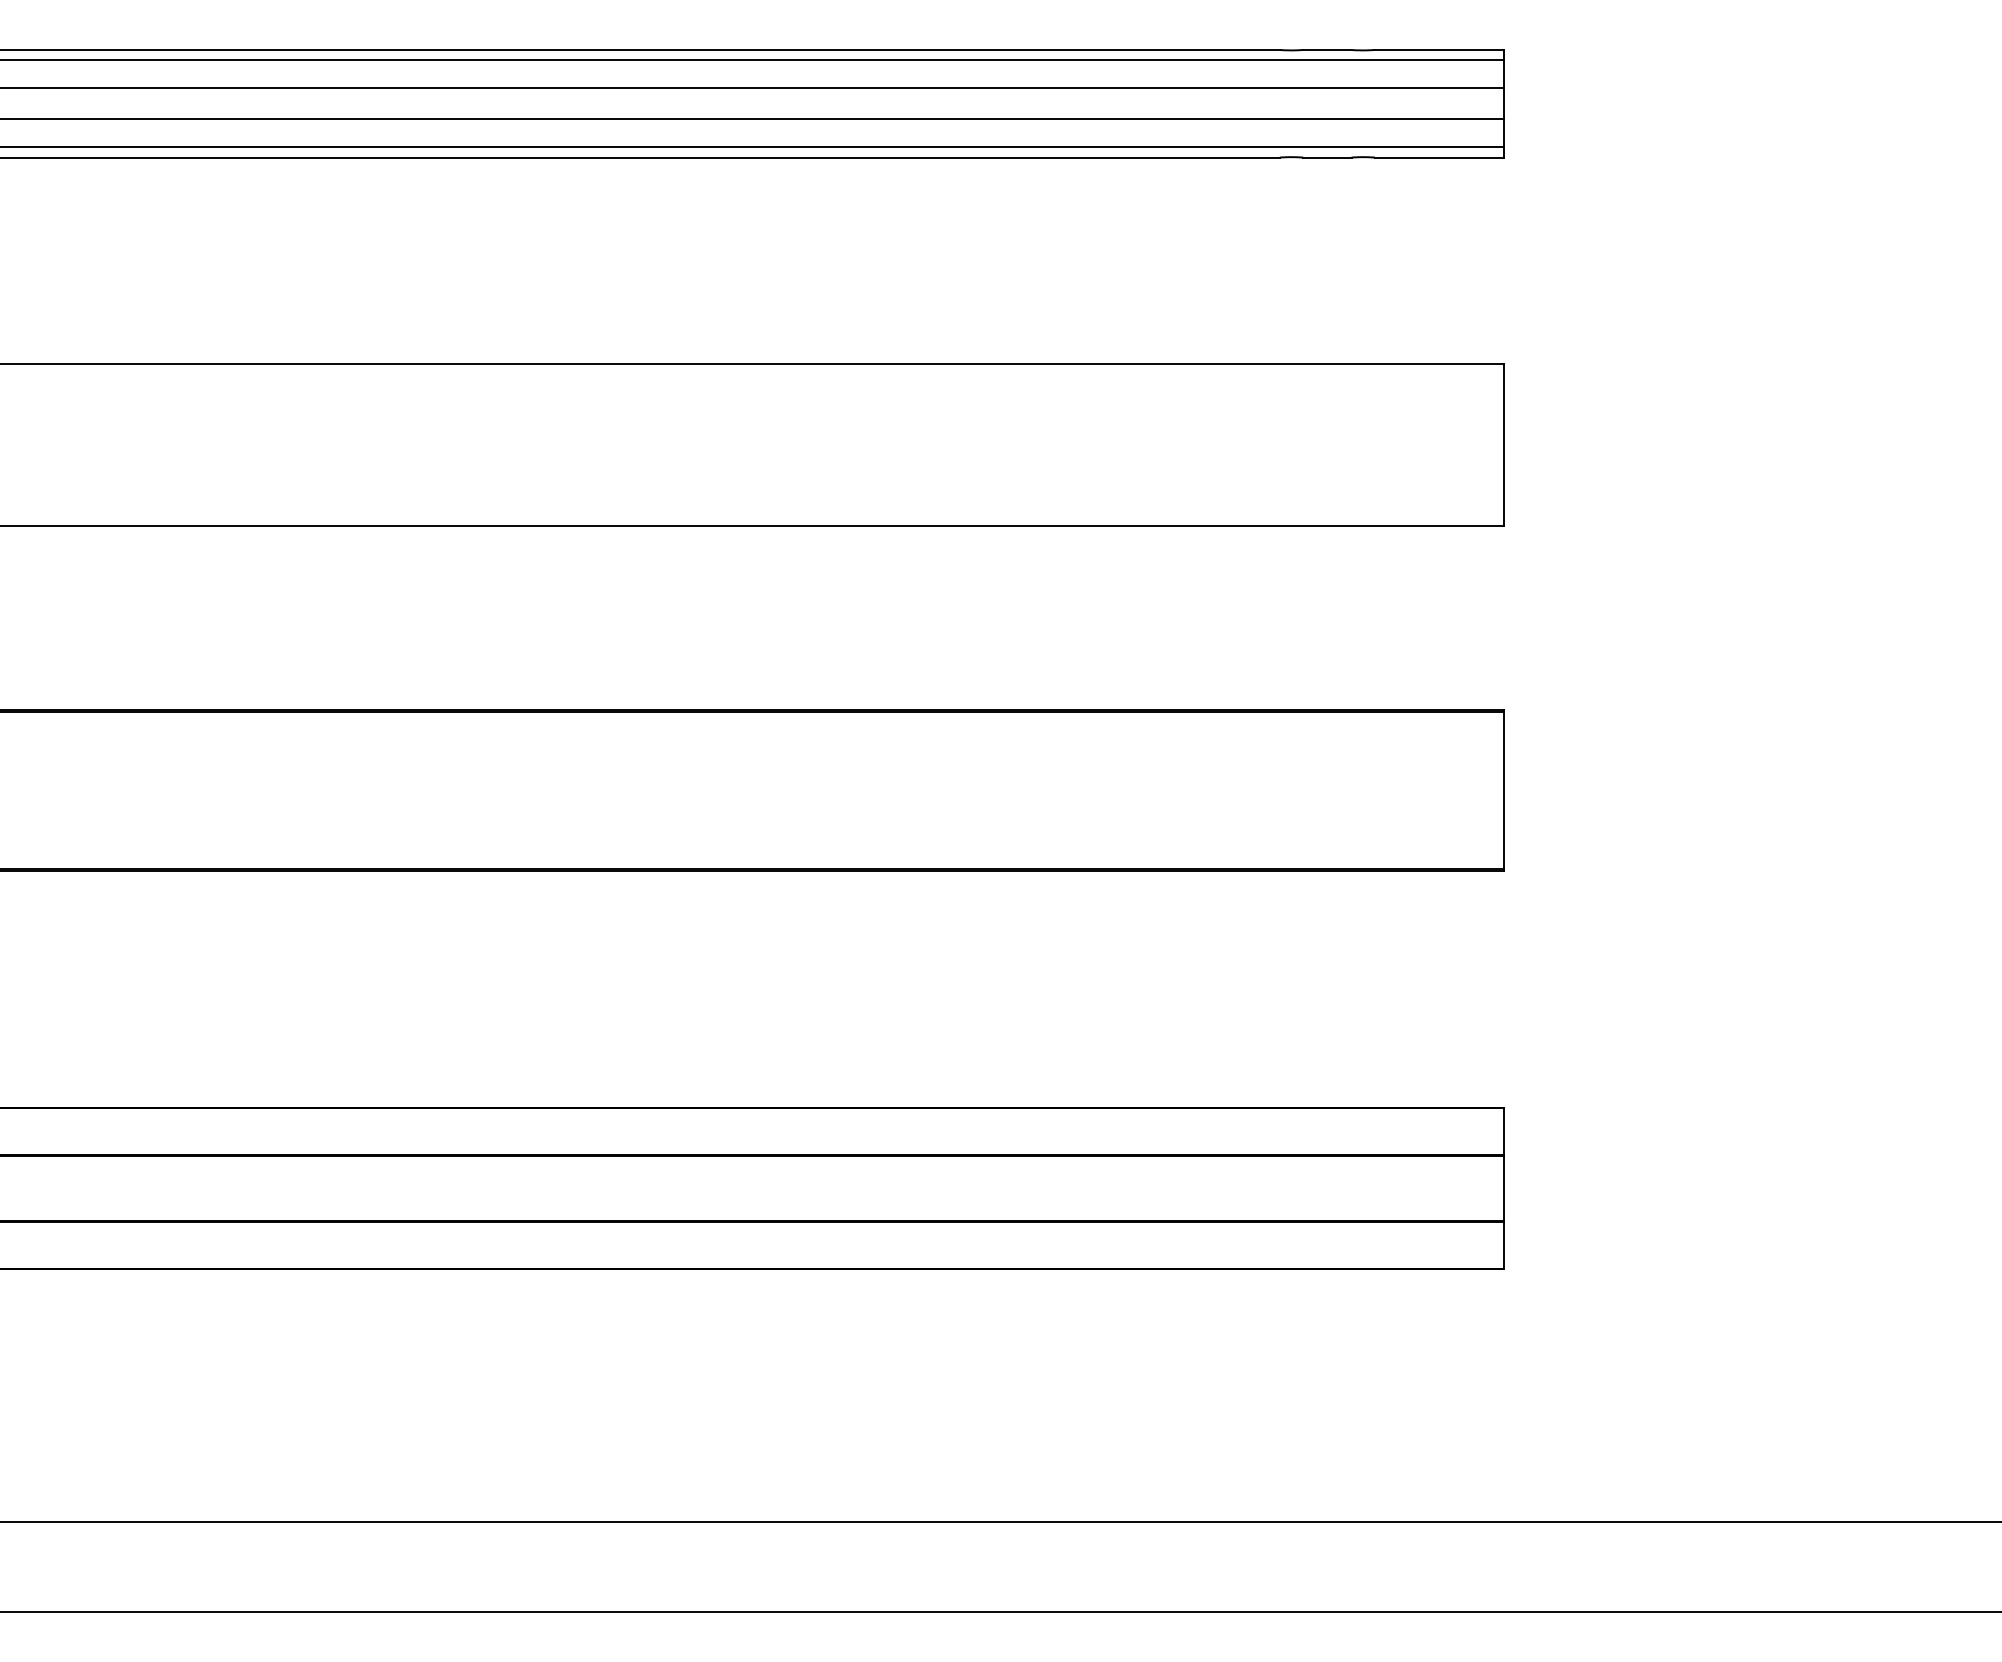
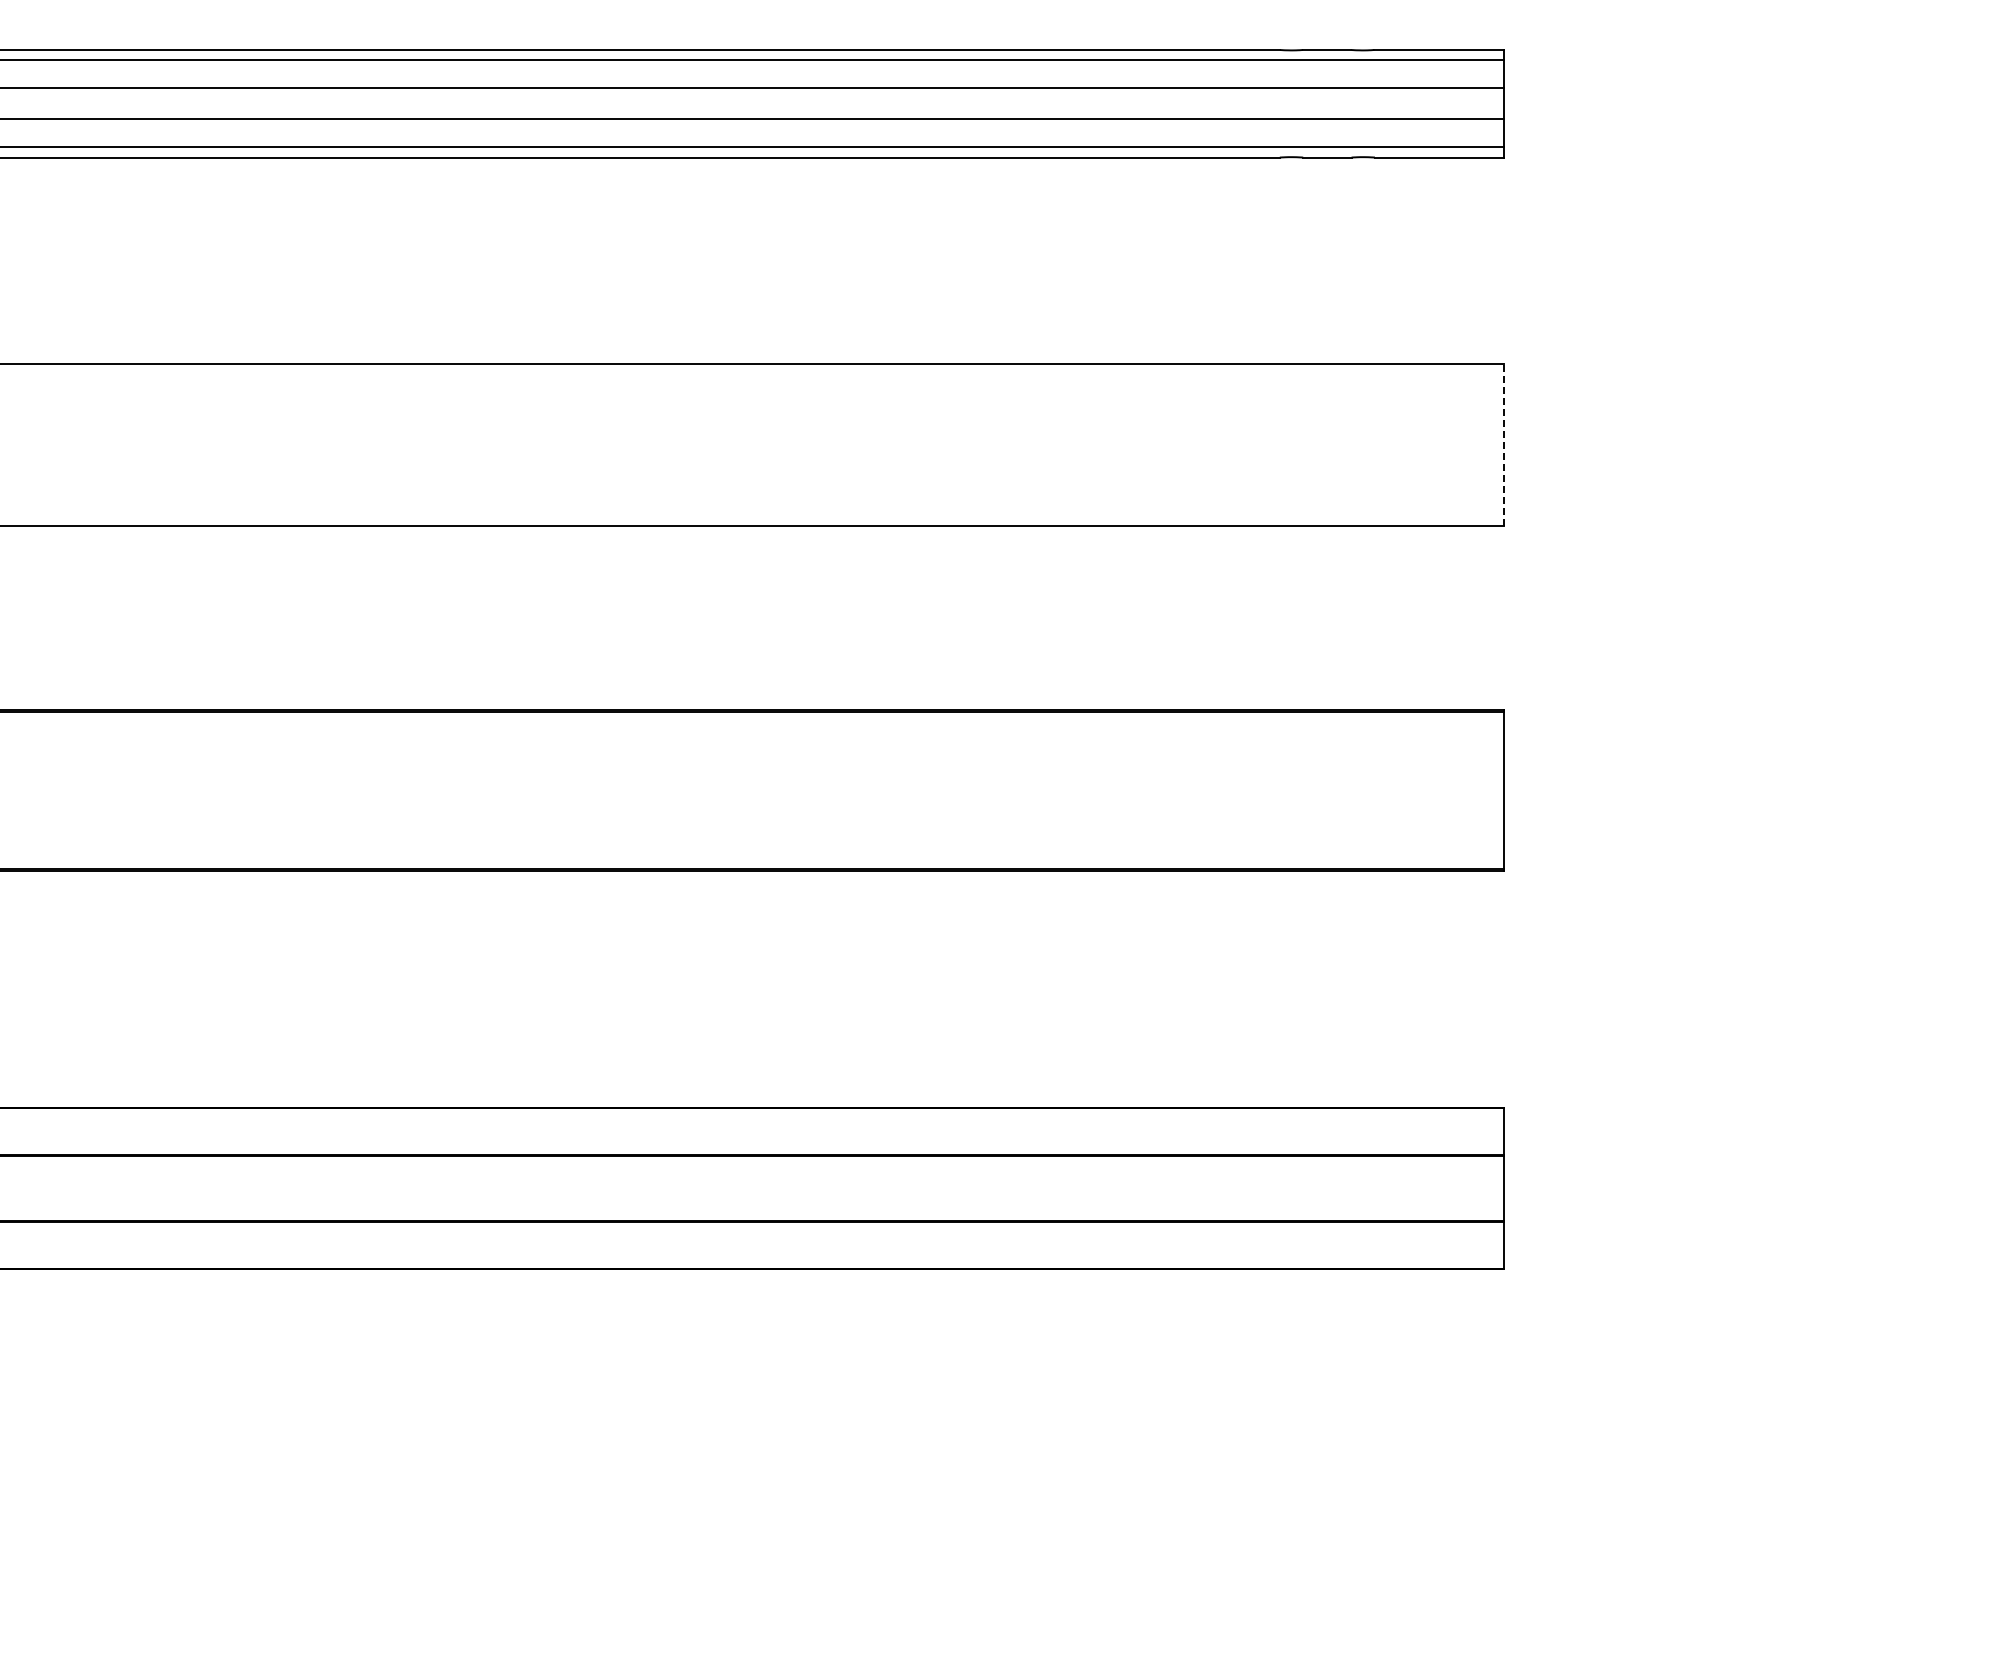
line at (1503, 444): solid -> dashed
line at (1000, 1522): present -> none
line at (1000, 1612): present -> none
